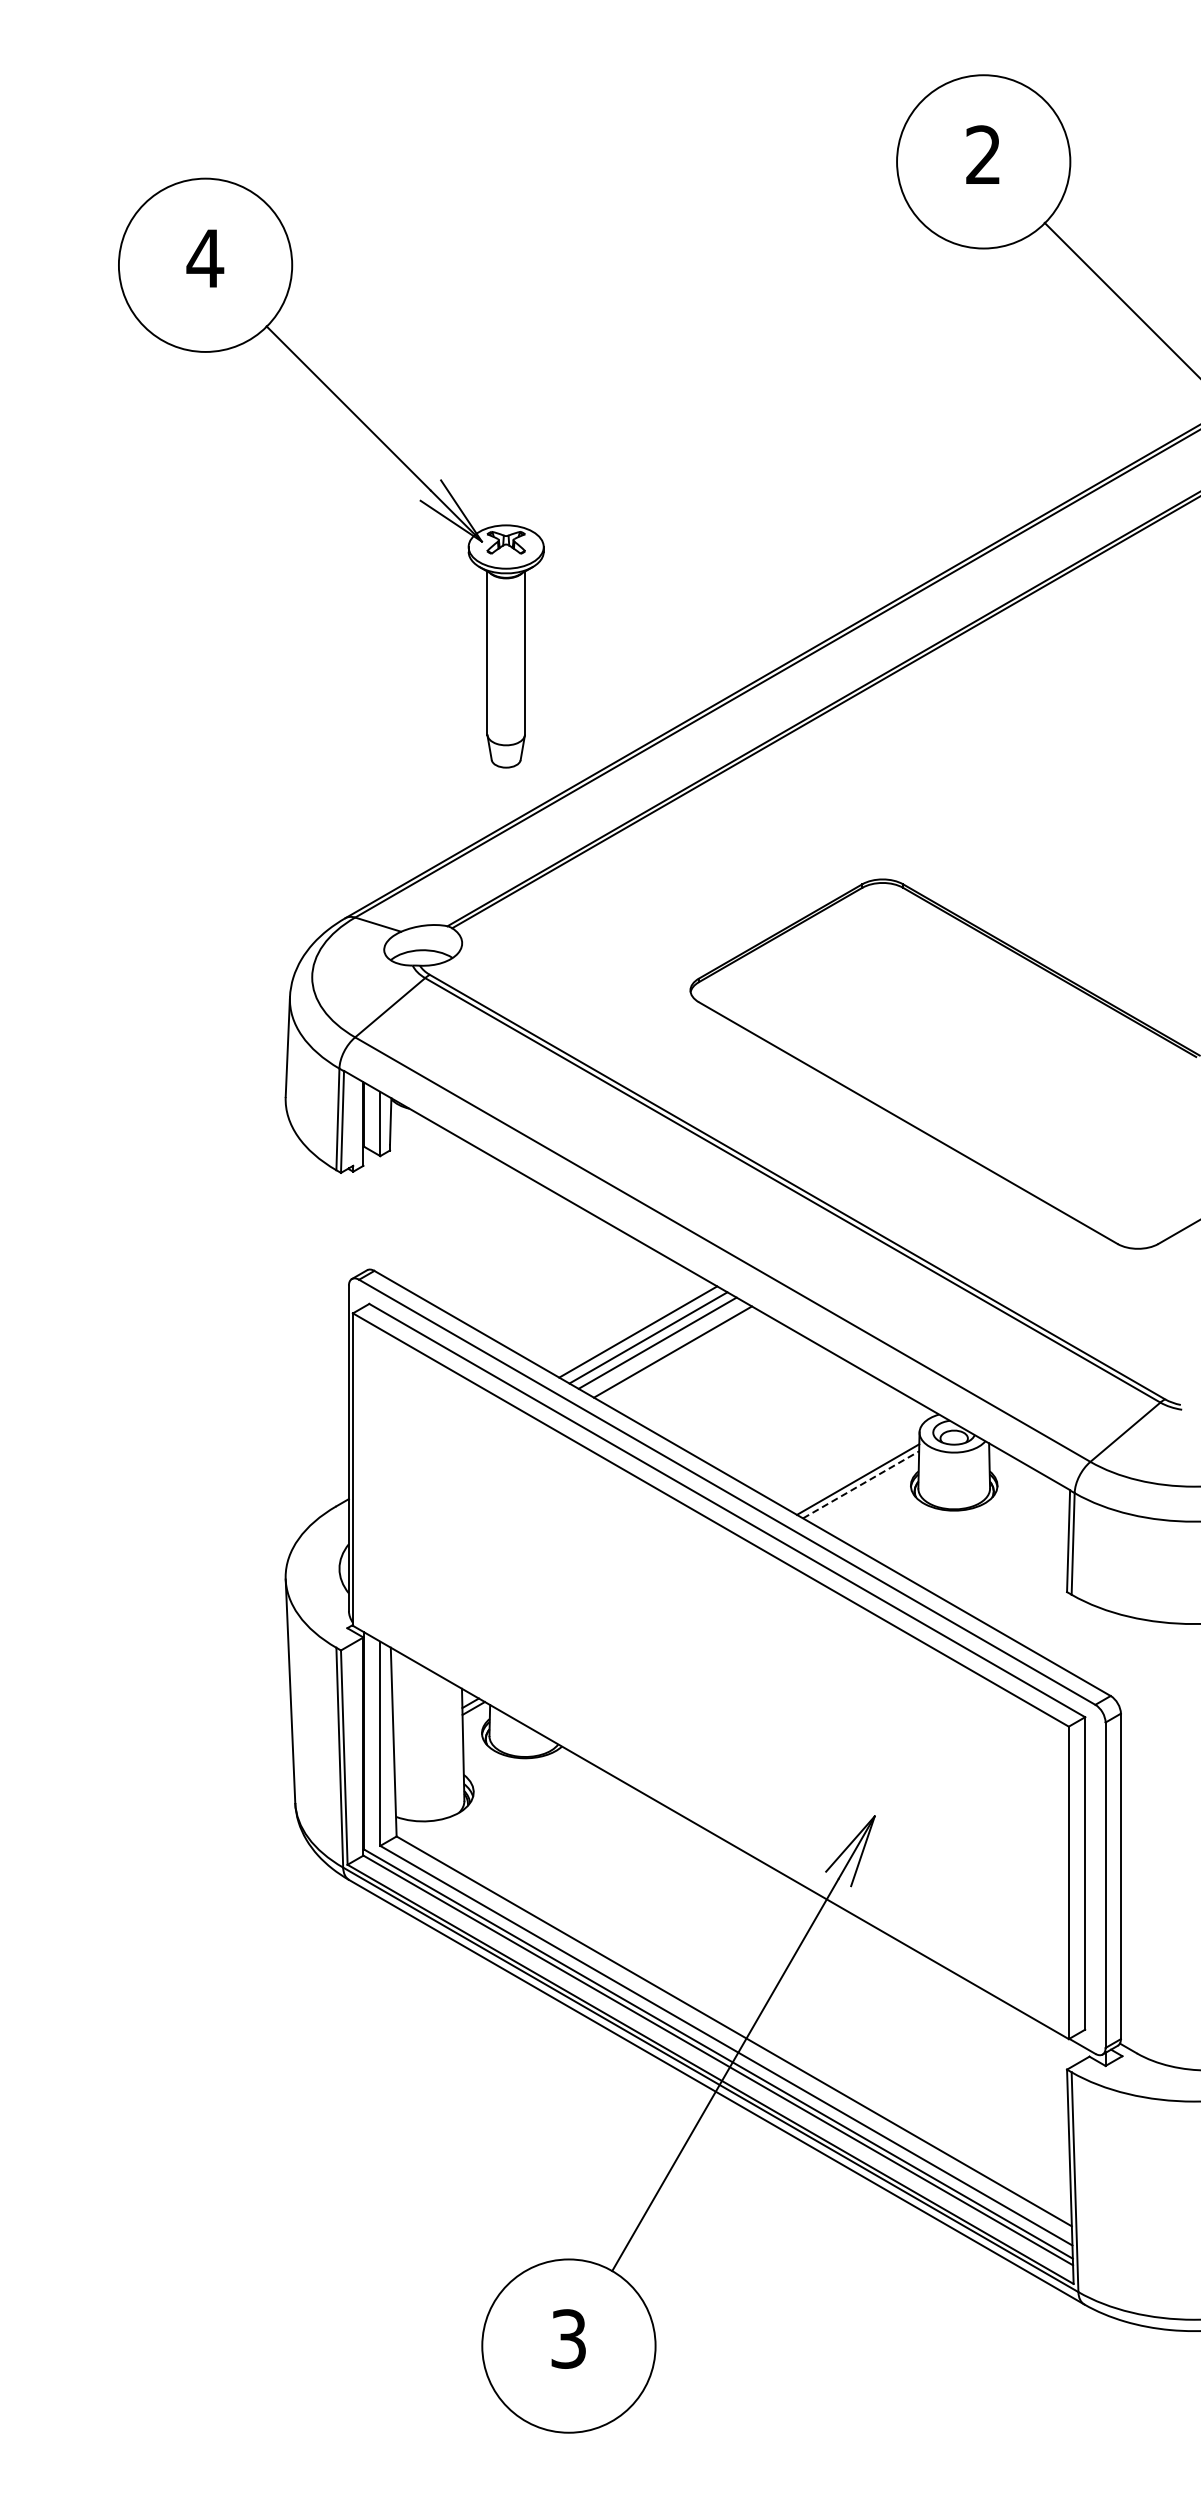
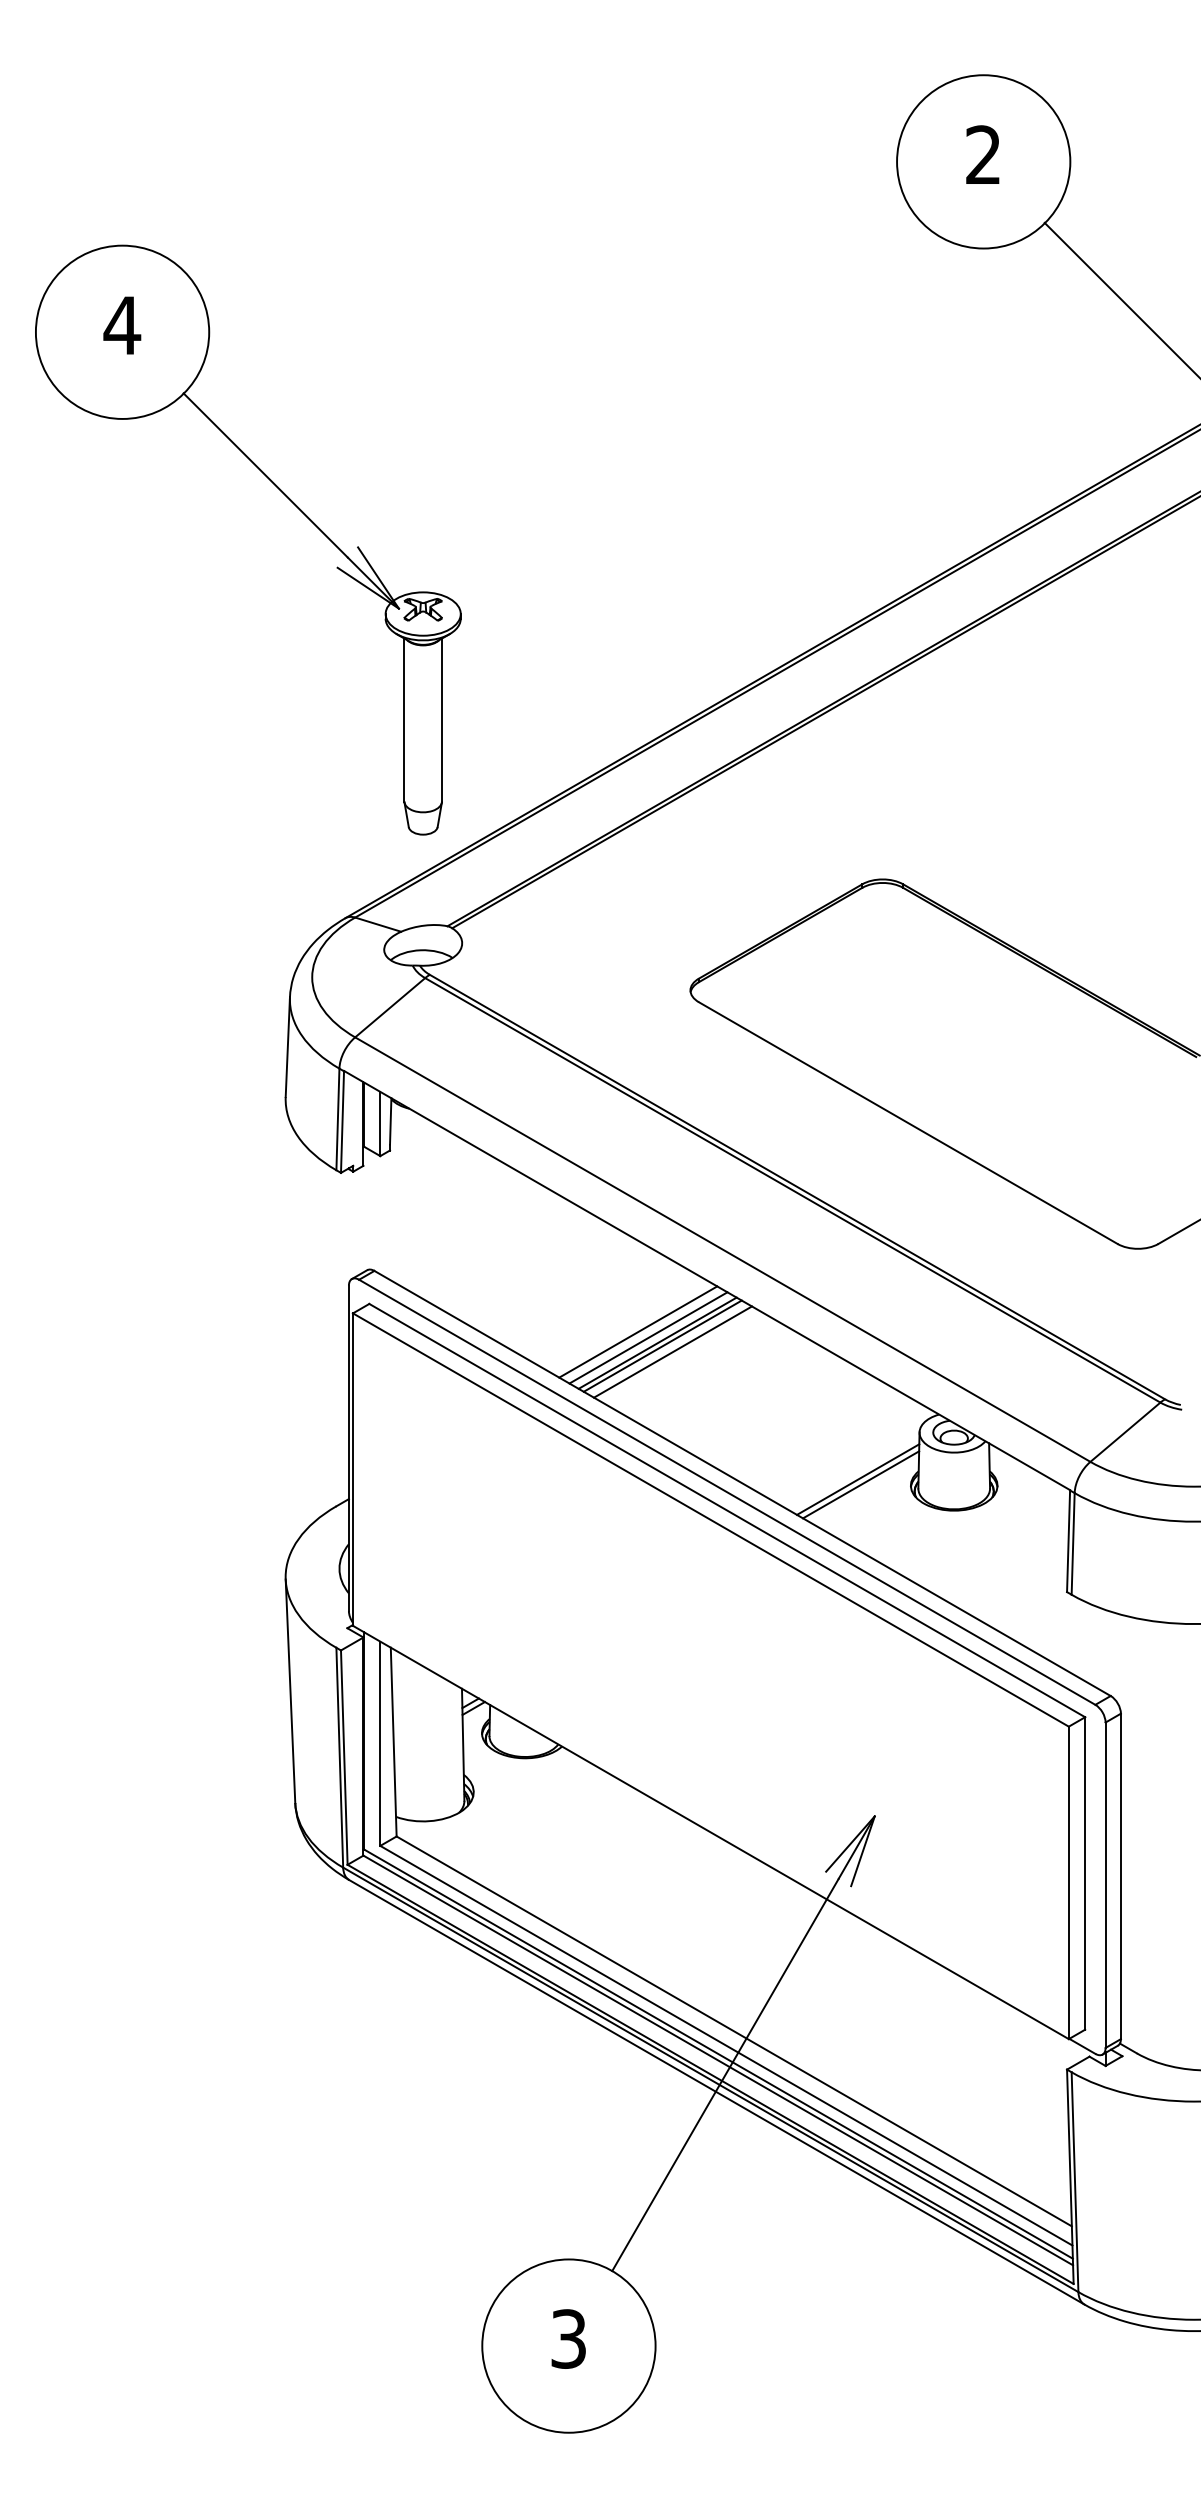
part at (371, 432) position: (371, 432) -> (288, 499)
line at (662, 1345): none -> present
line at (861, 1484): dashed -> solid
